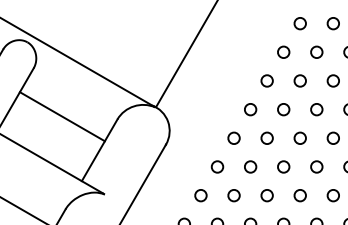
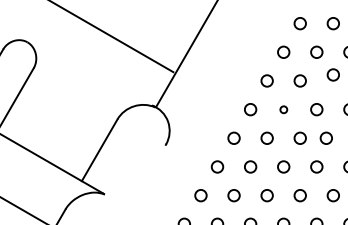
line at (77, 62) position: (77, 62) -> (112, 37)
circle at (332, 80) position: (332, 80) -> (332, 74)
circle at (283, 109) size: 14x14 px -> 10x10 px
line at (61, 116): present -> none
circle at (332, 137) position: (332, 137) -> (325, 137)
line at (143, 182): present -> none
